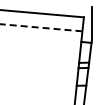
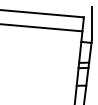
line at (40, 27): dashed -> solid
